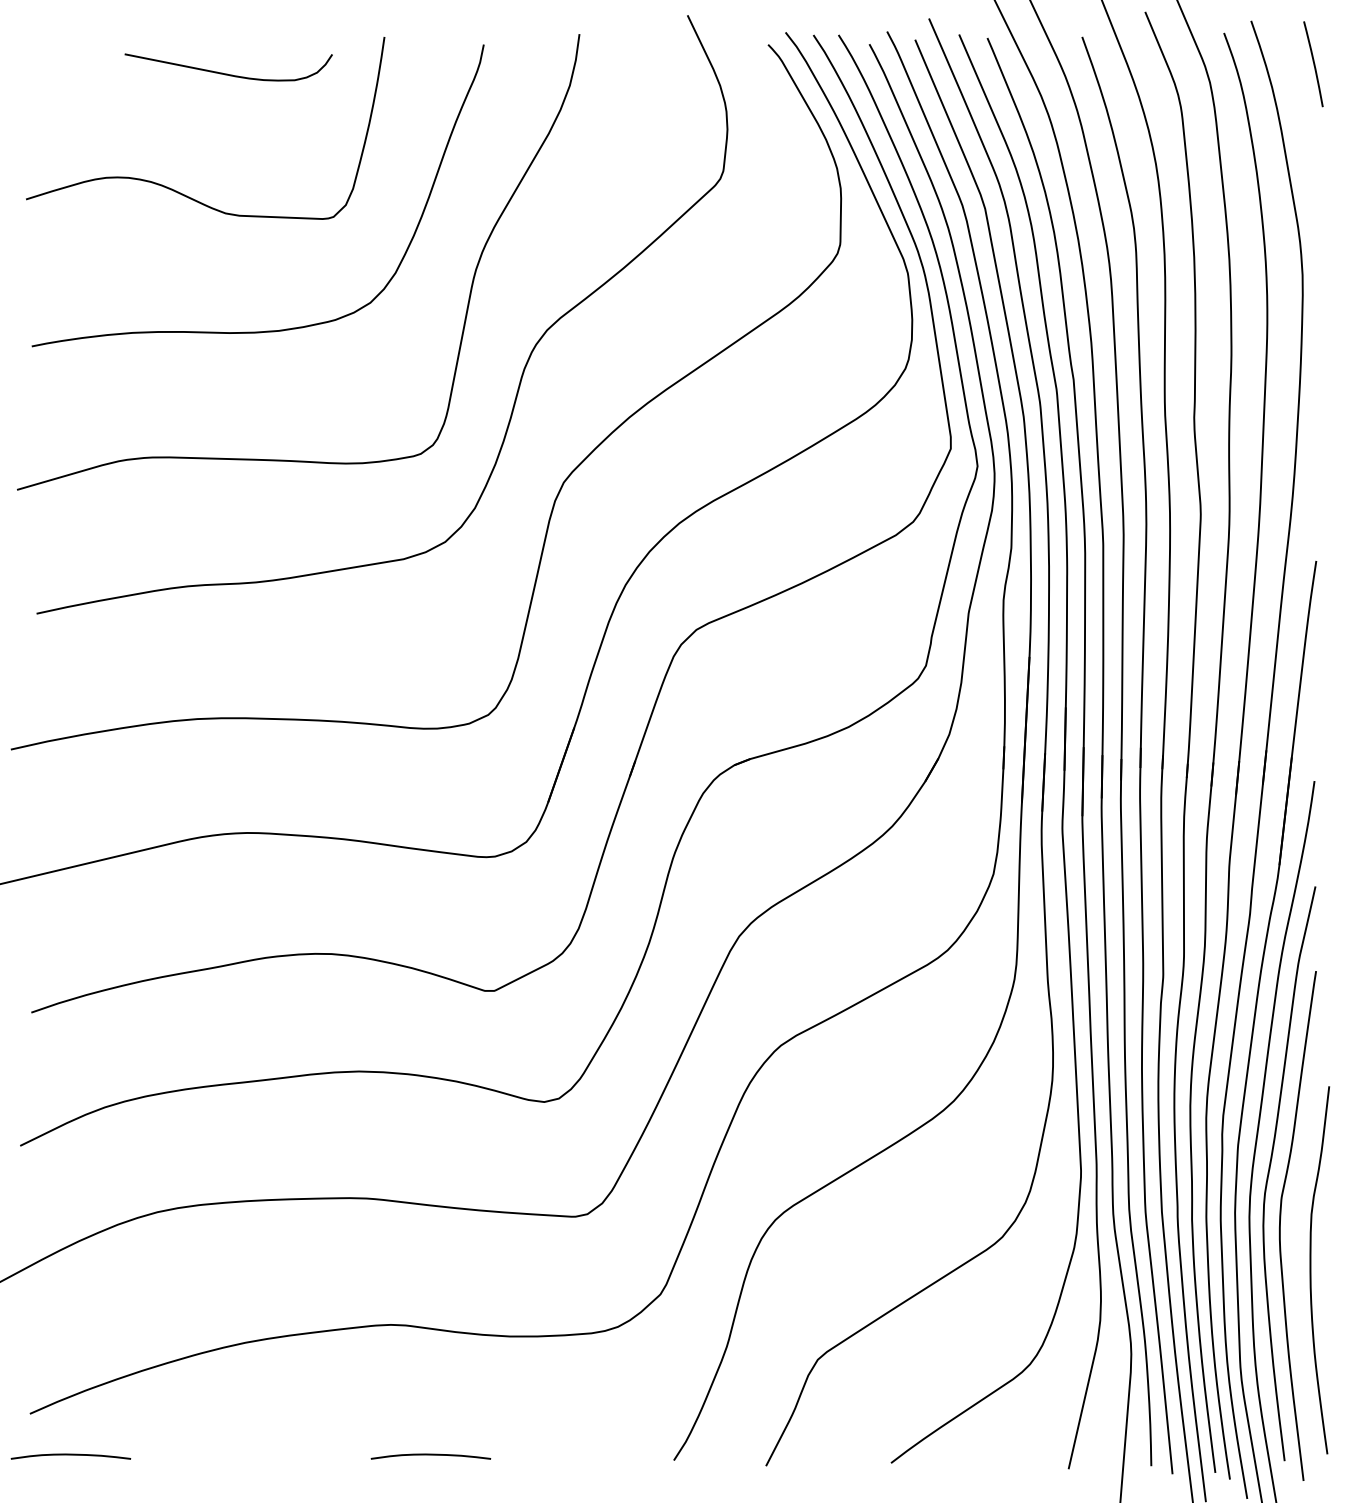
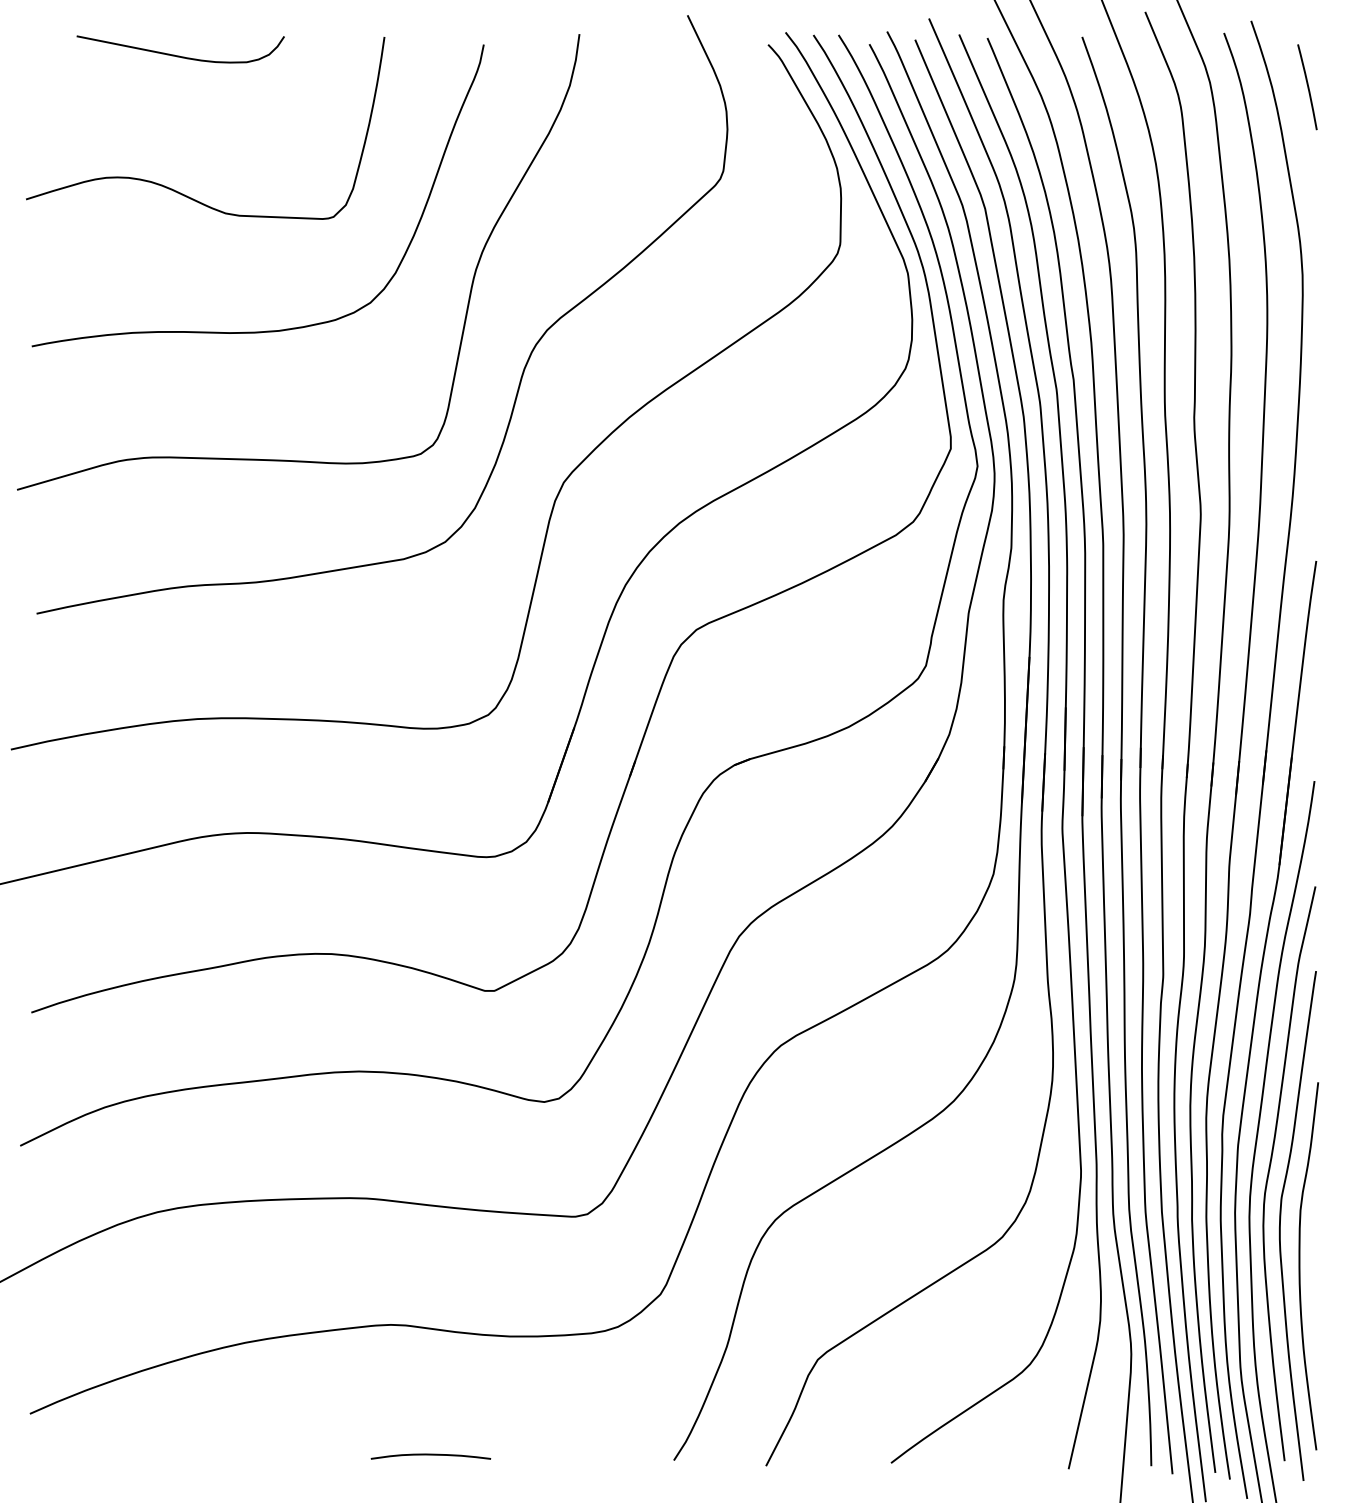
line at (1313, 64) position: (1313, 64) -> (1307, 87)
curve at (227, 73) position: (227, 73) -> (179, 55)
curve at (1311, 1270) position: (1311, 1270) -> (1300, 1266)
curve at (70, 1455): present -> none
